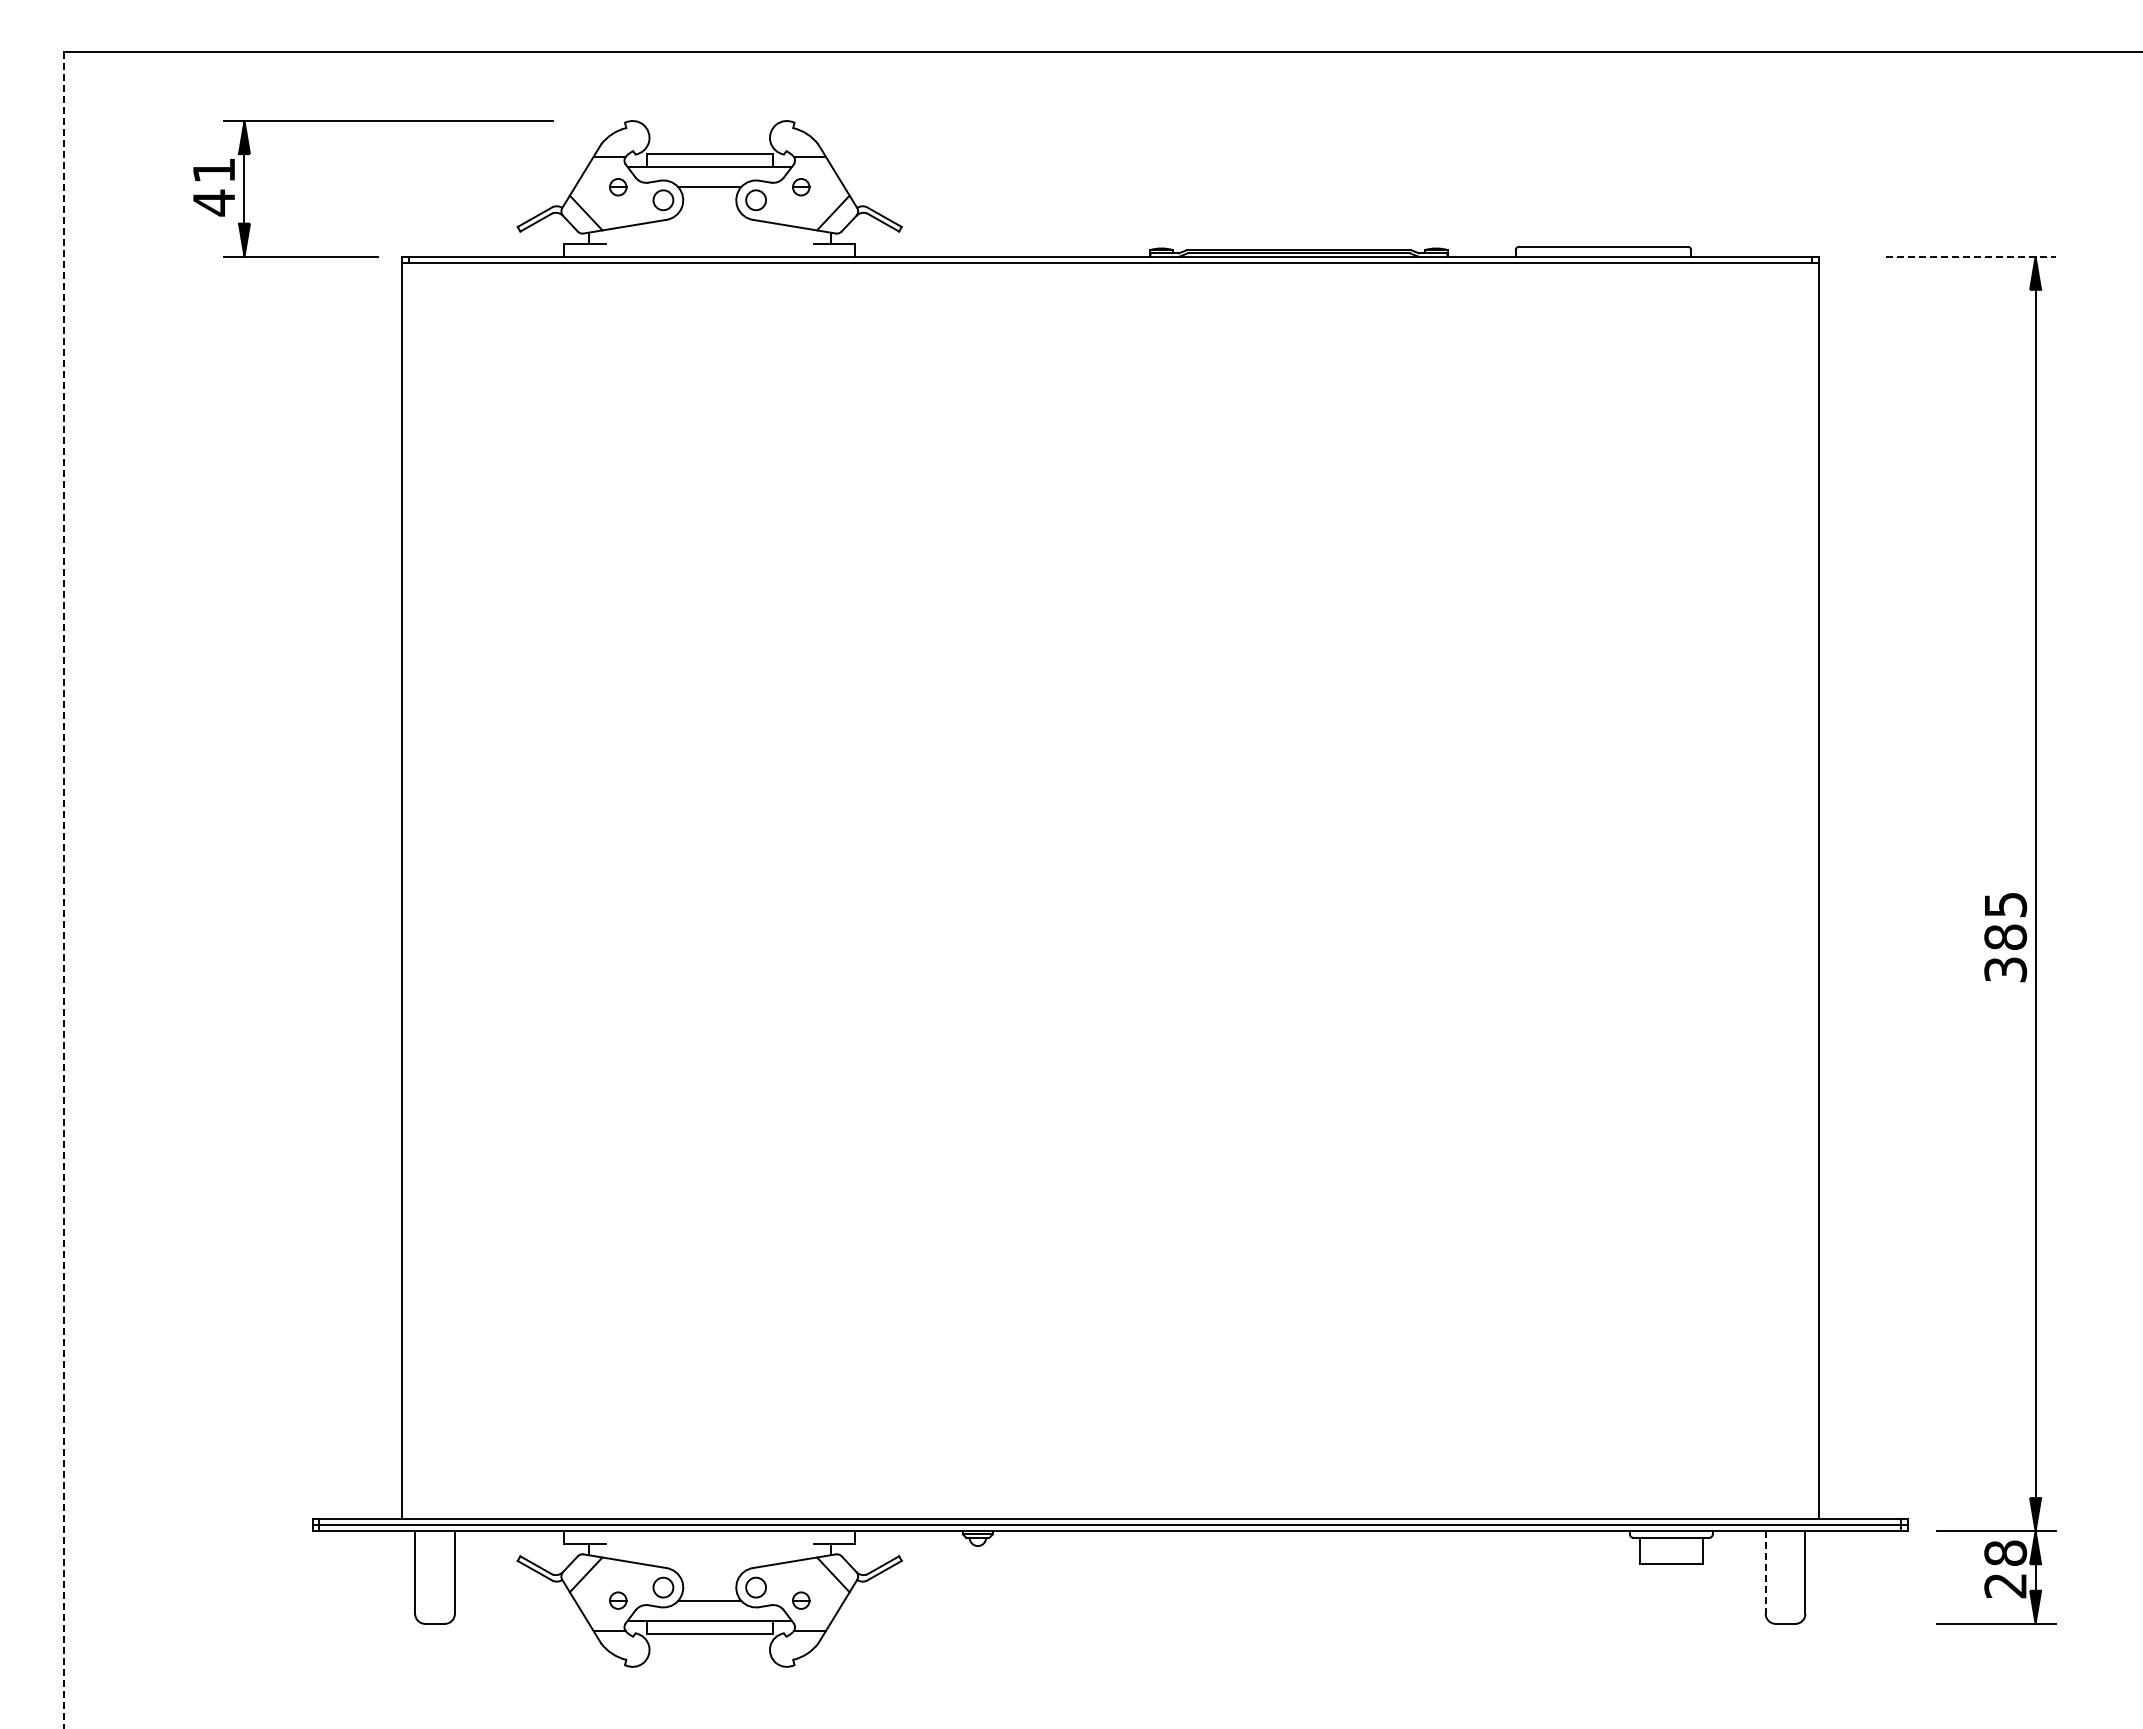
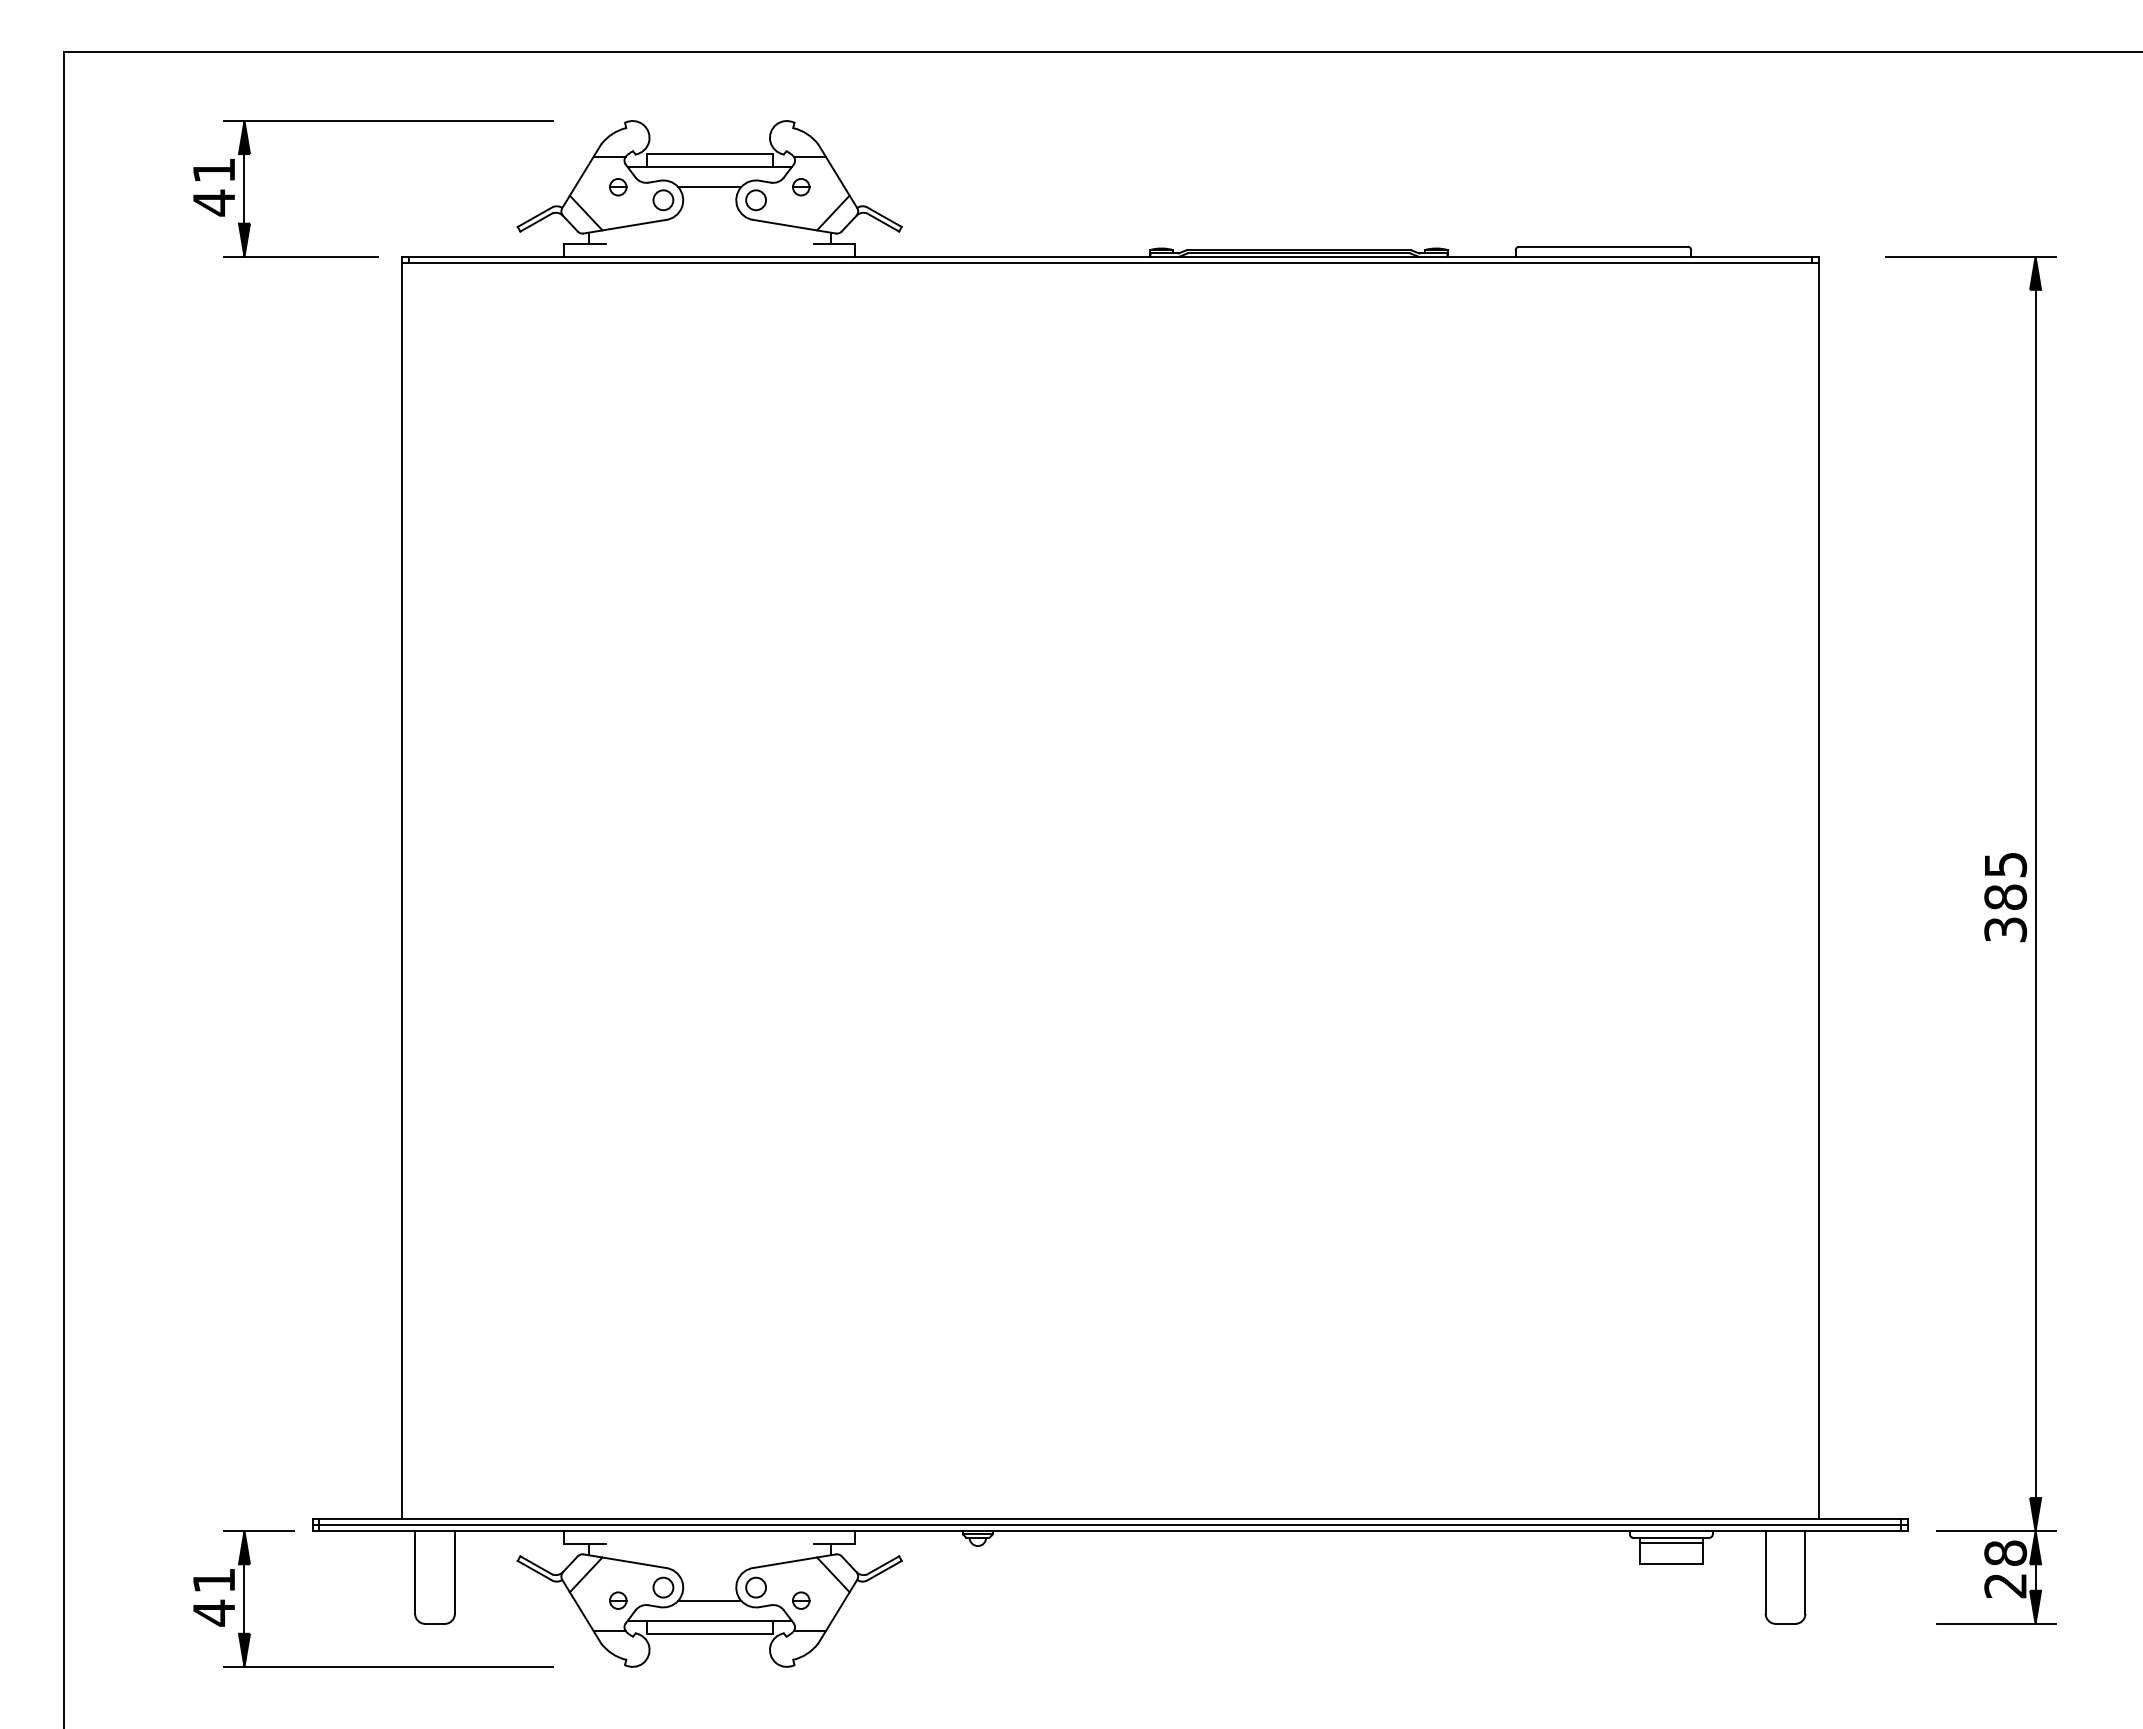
line at (1971, 256): dashed -> solid
line at (64, 890): dashed -> solid
text at (2005, 937) position: (2005, 937) -> (2005, 897)
line at (1670, 1542): none -> present
line at (1765, 1573): dashed -> solid
part at (373, 1666): none -> present
